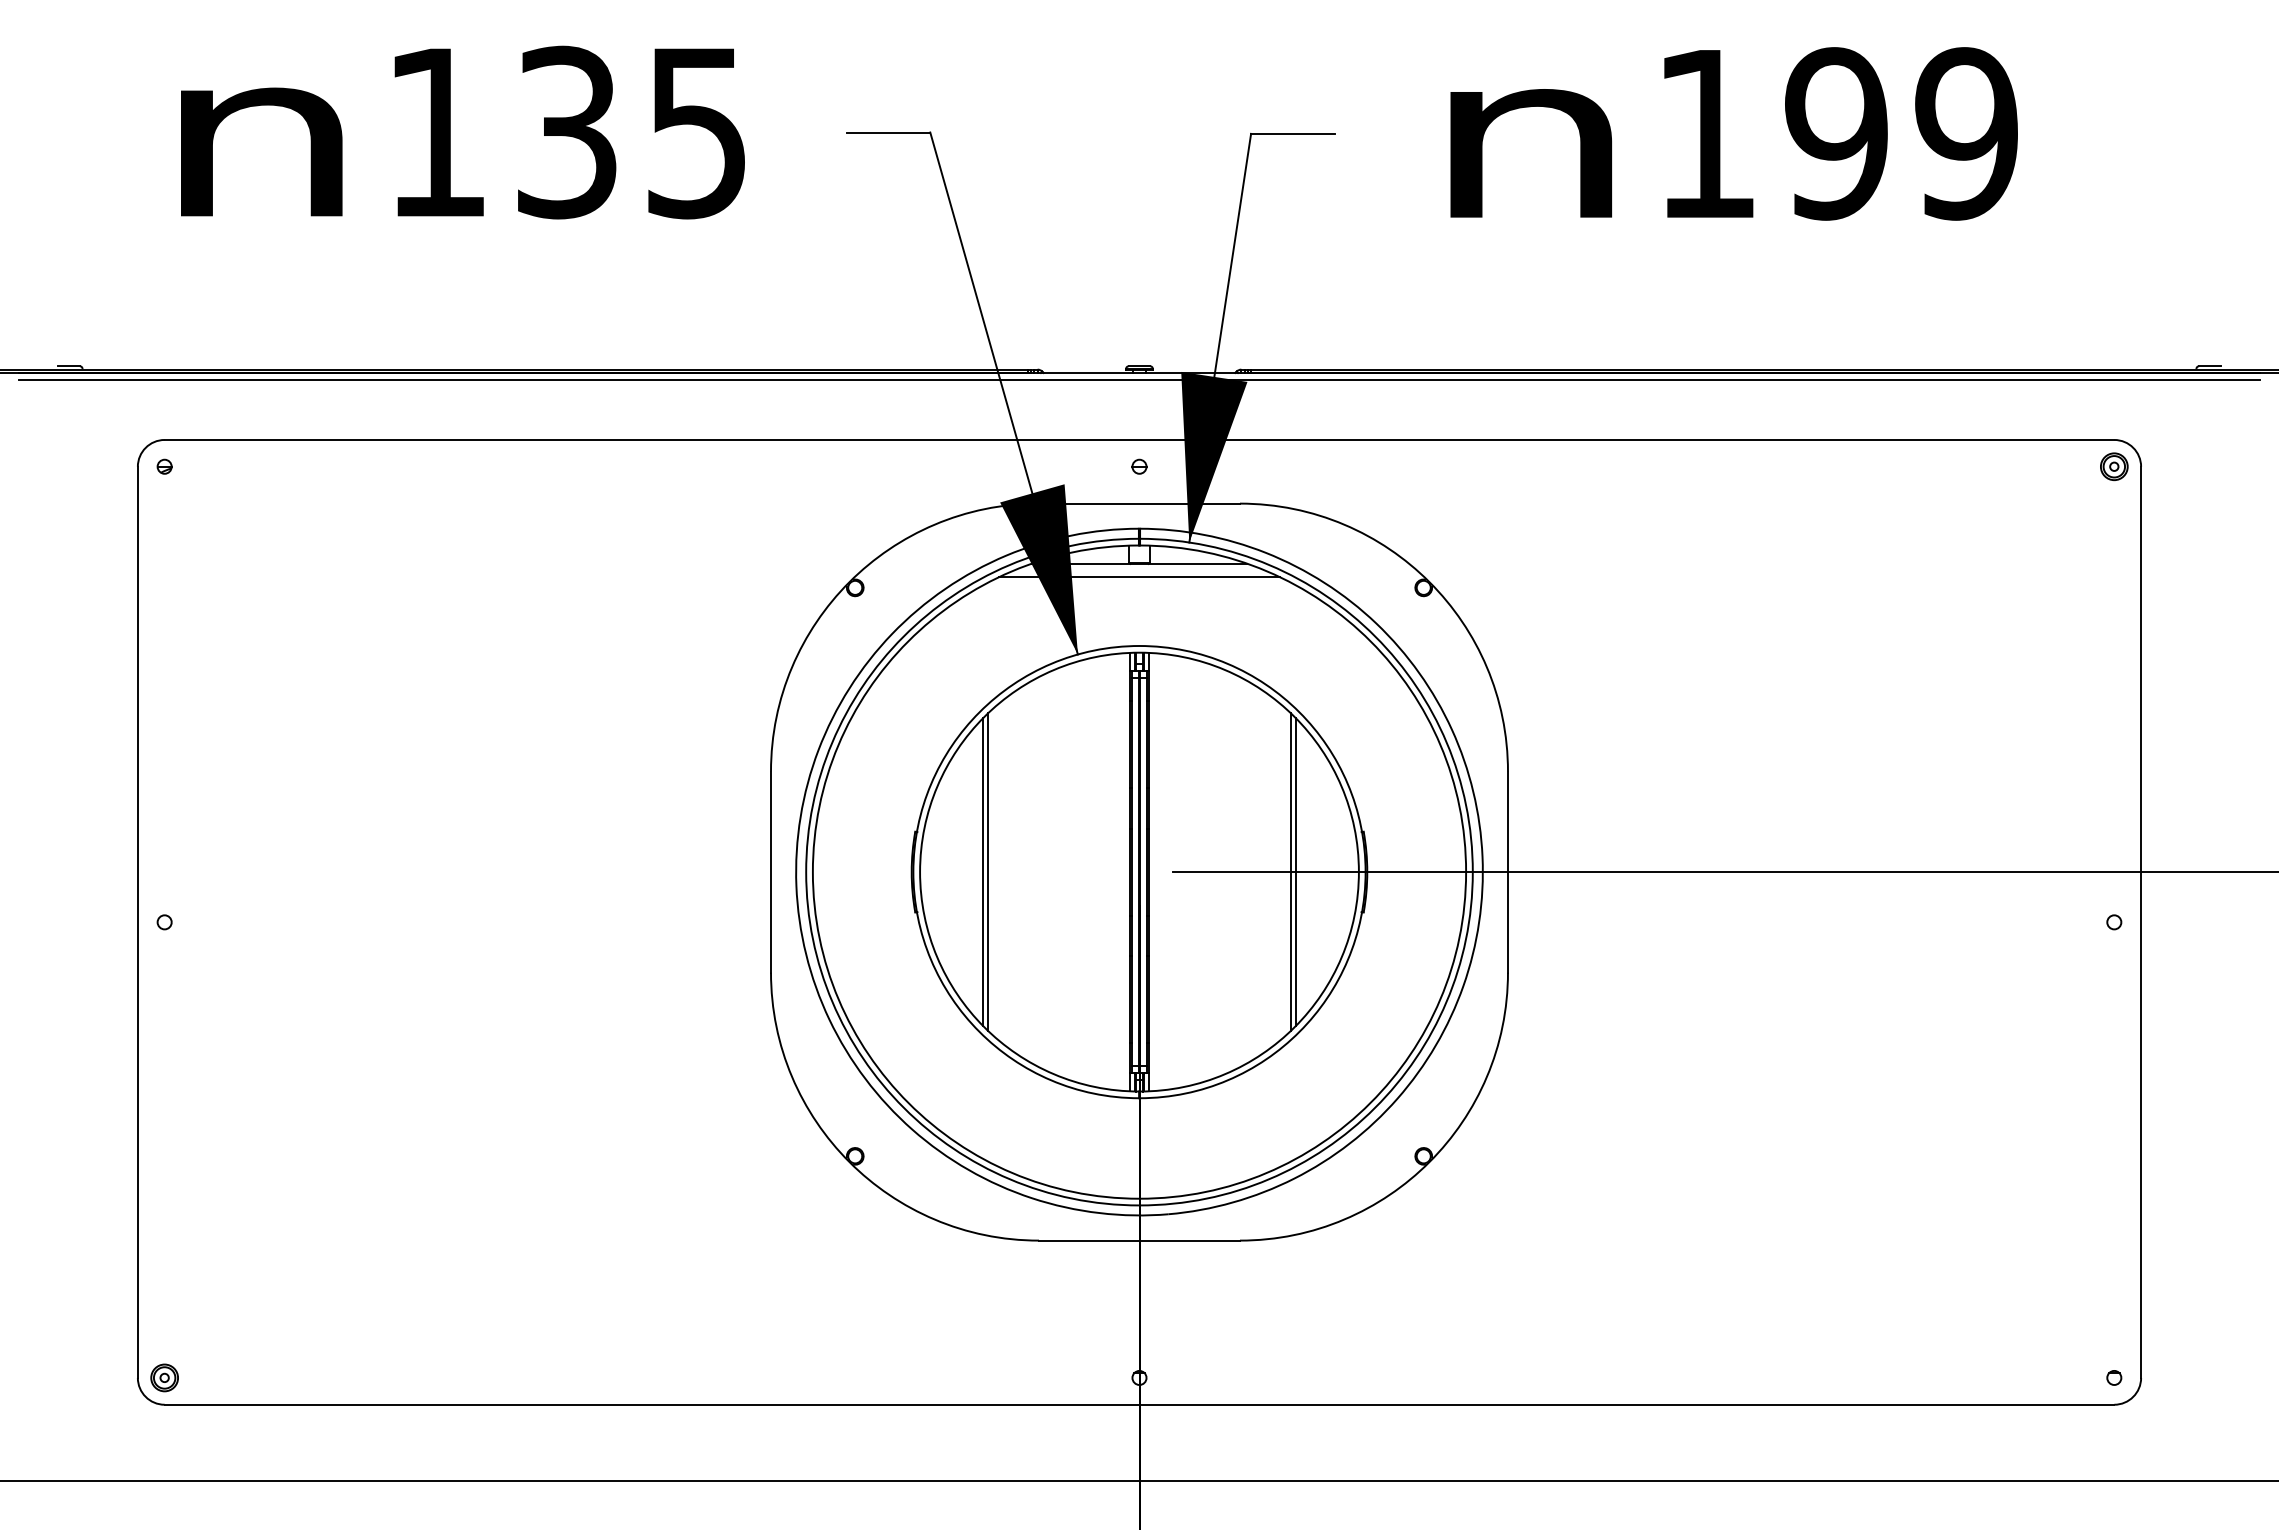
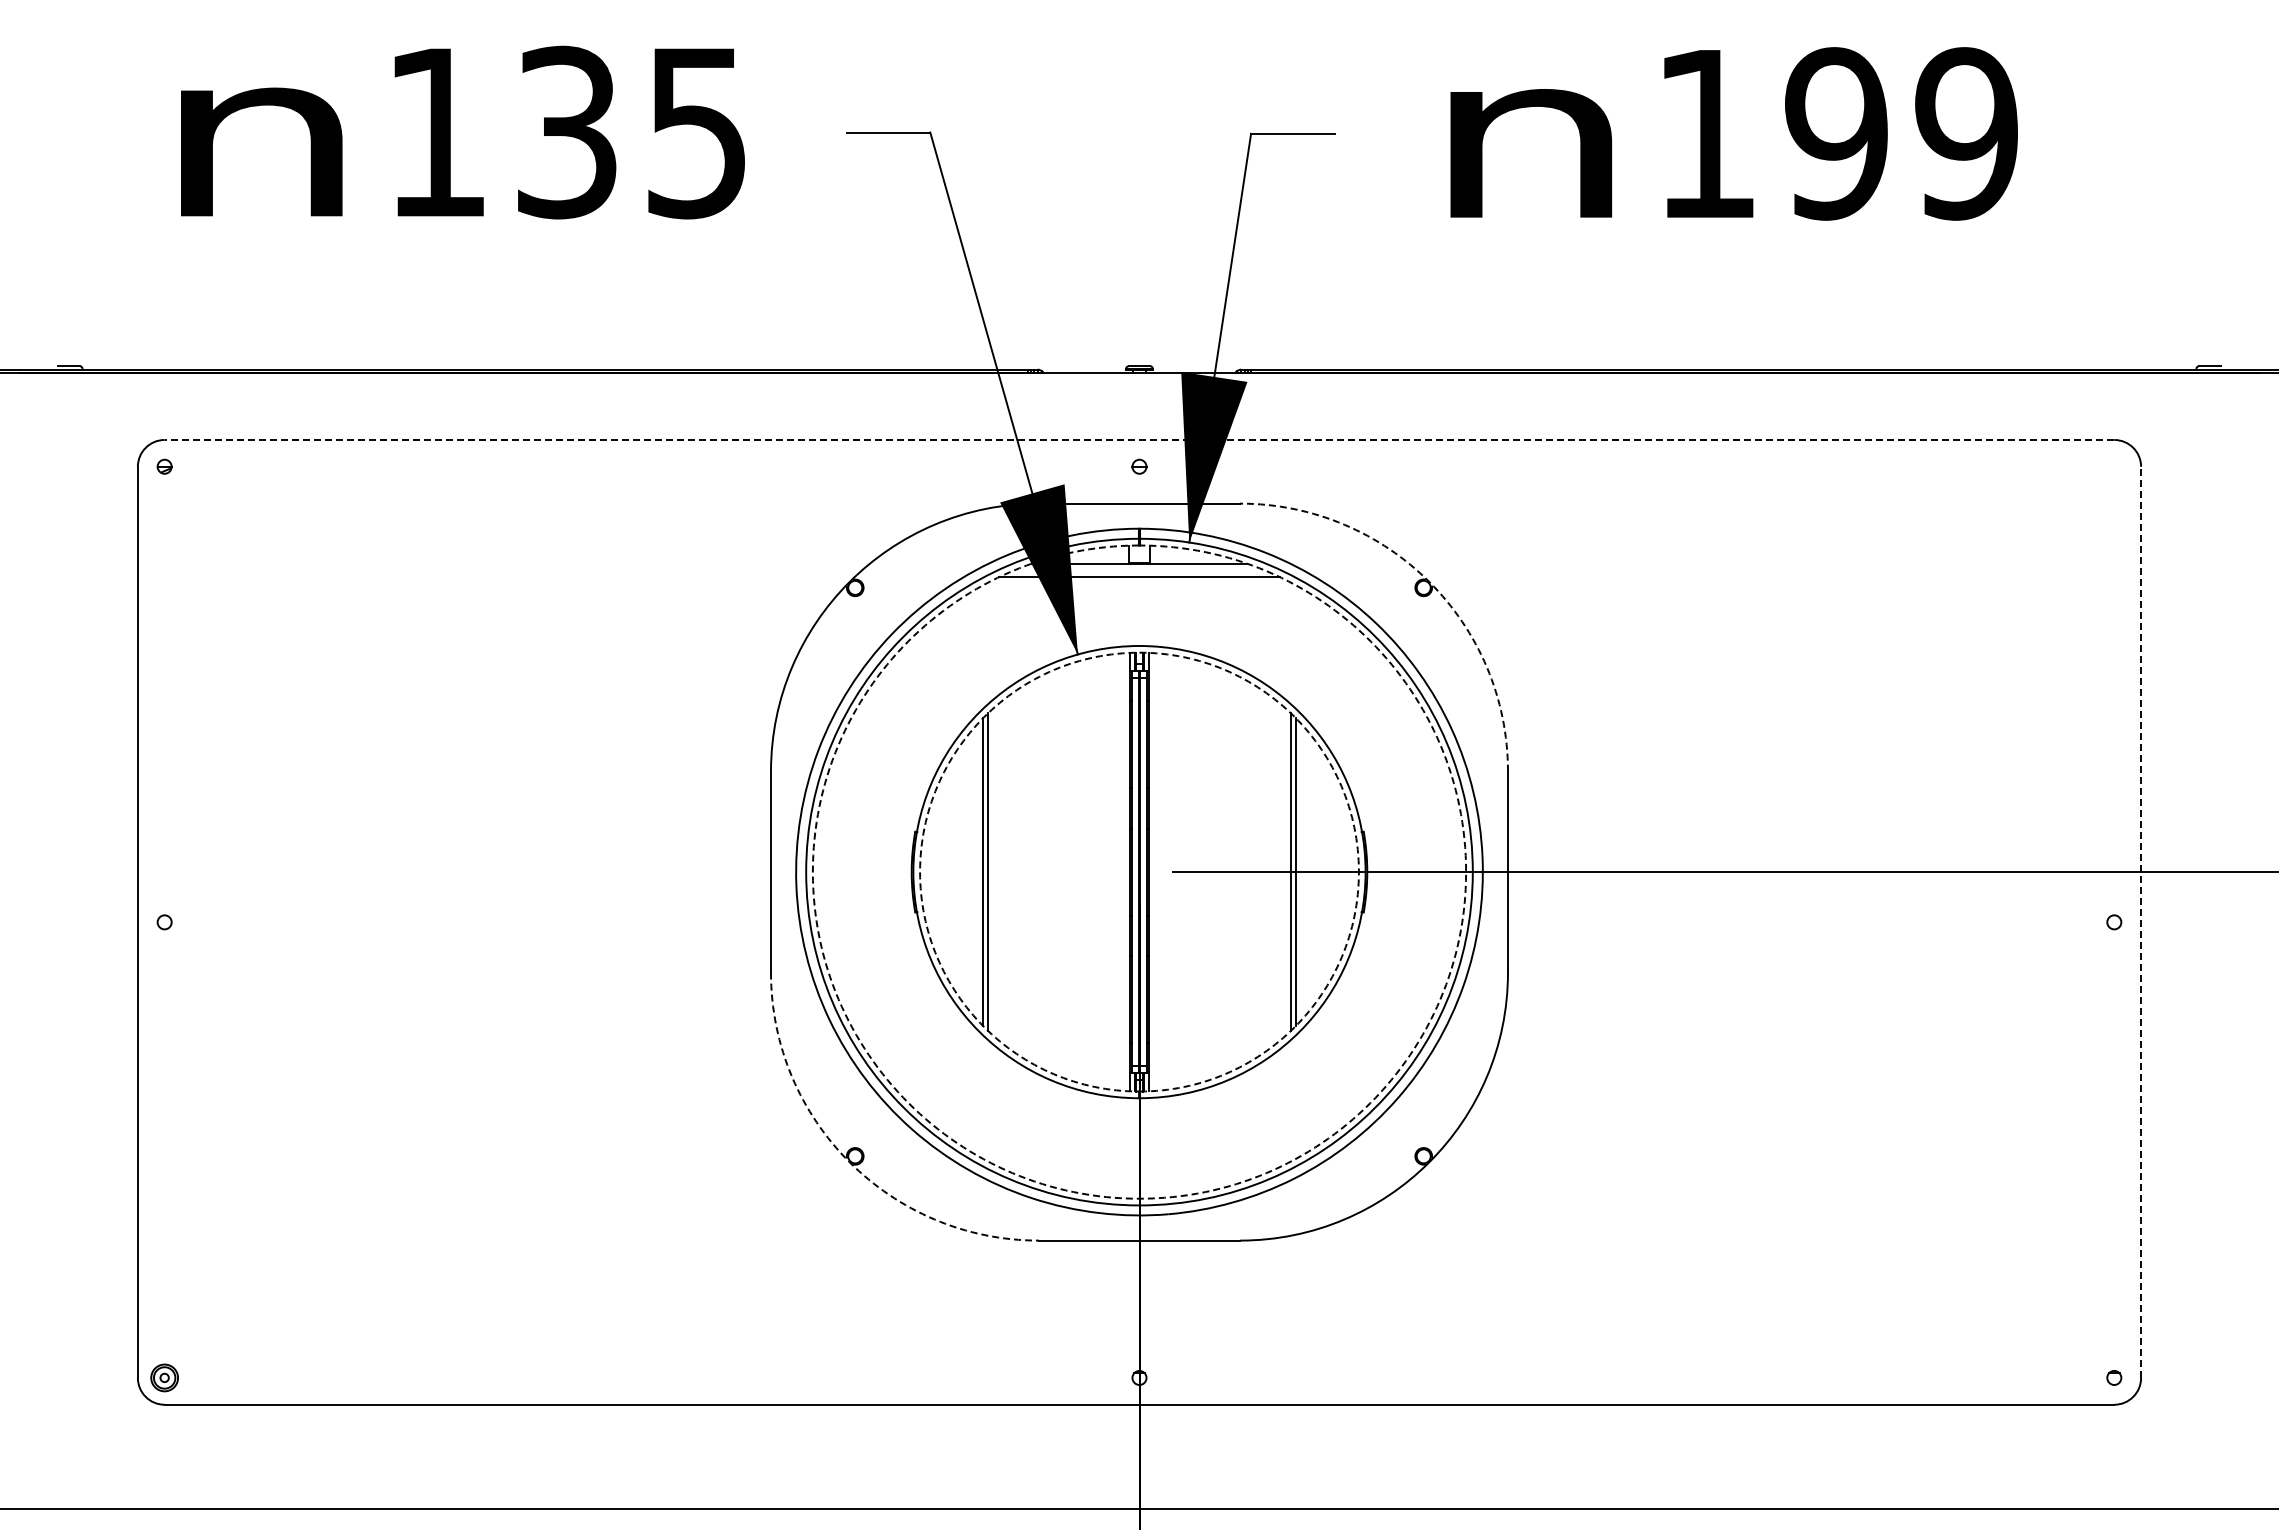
line at (1139, 379): present -> none
line at (1139, 439): solid -> dashed
part at (2114, 466): present -> none
arc at (1429, 582): solid -> dashed
arc at (1139, 652): solid -> dashed
line at (2141, 922): solid -> dashed
arc at (849, 1162): solid -> dashed
arc at (1139, 1198): solid -> dashed
line at (1138, 1480) position: (1138, 1480) -> (1138, 1508)
